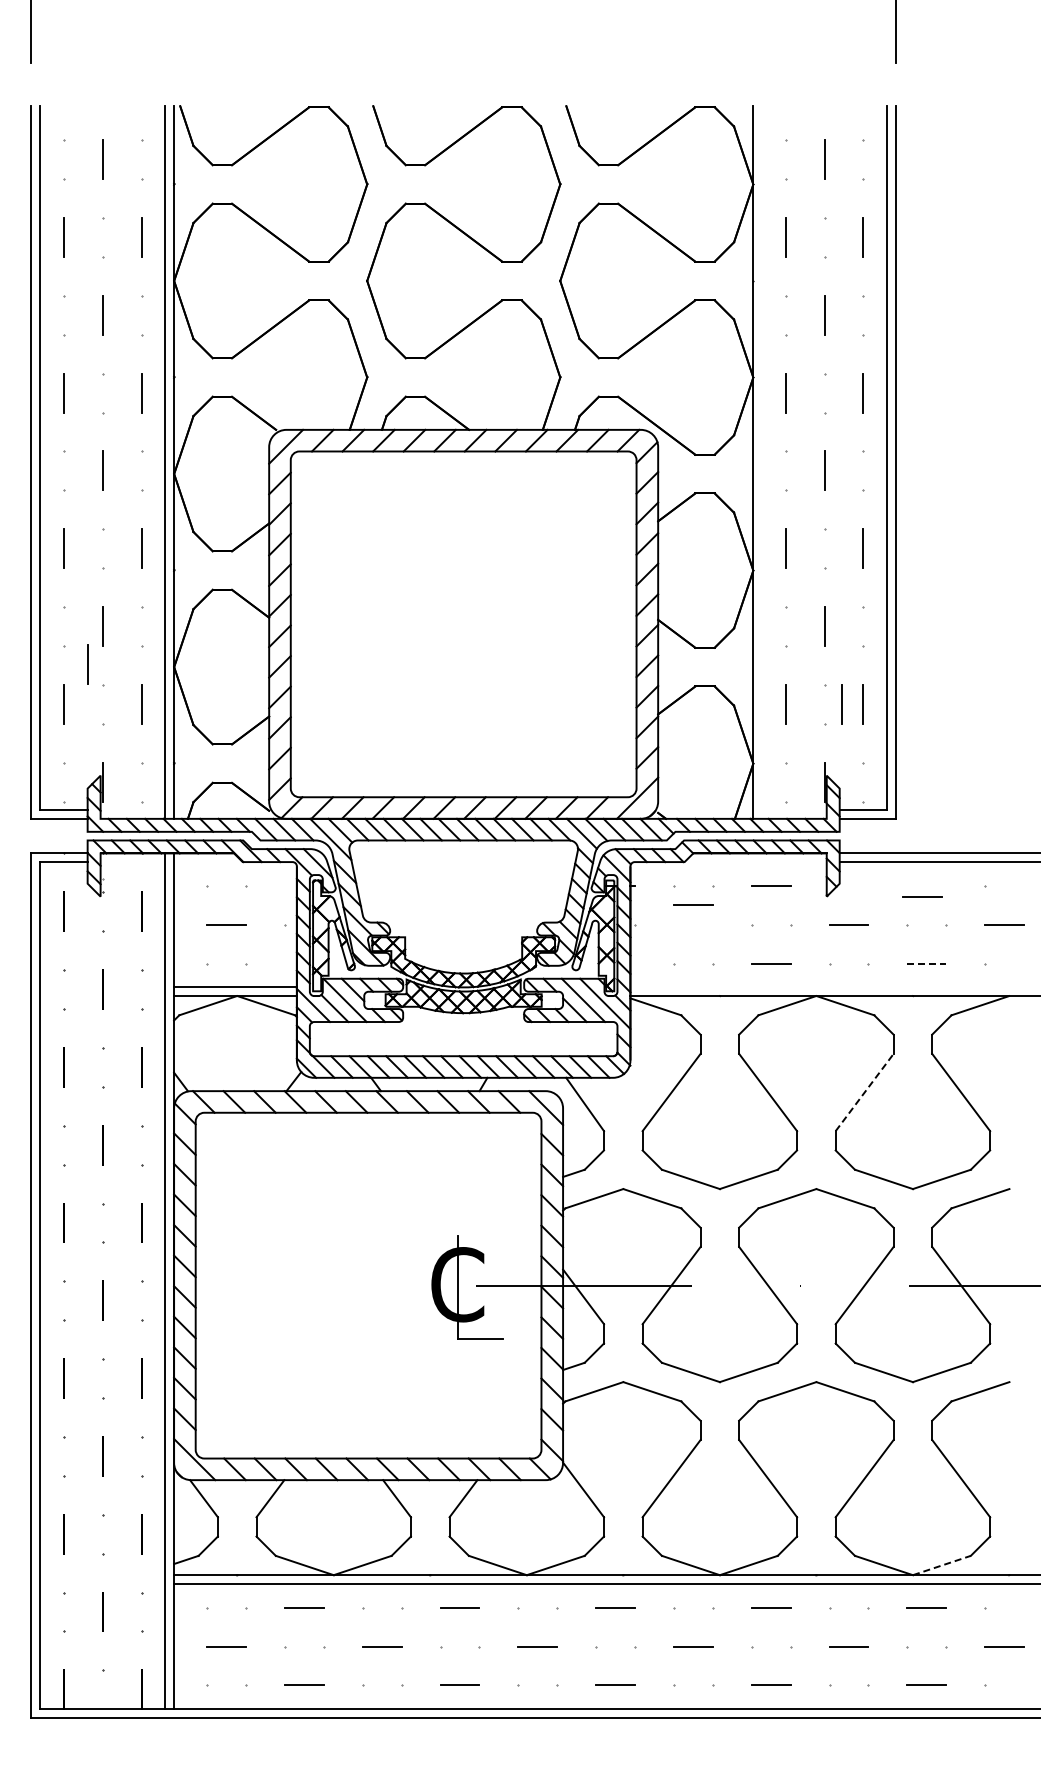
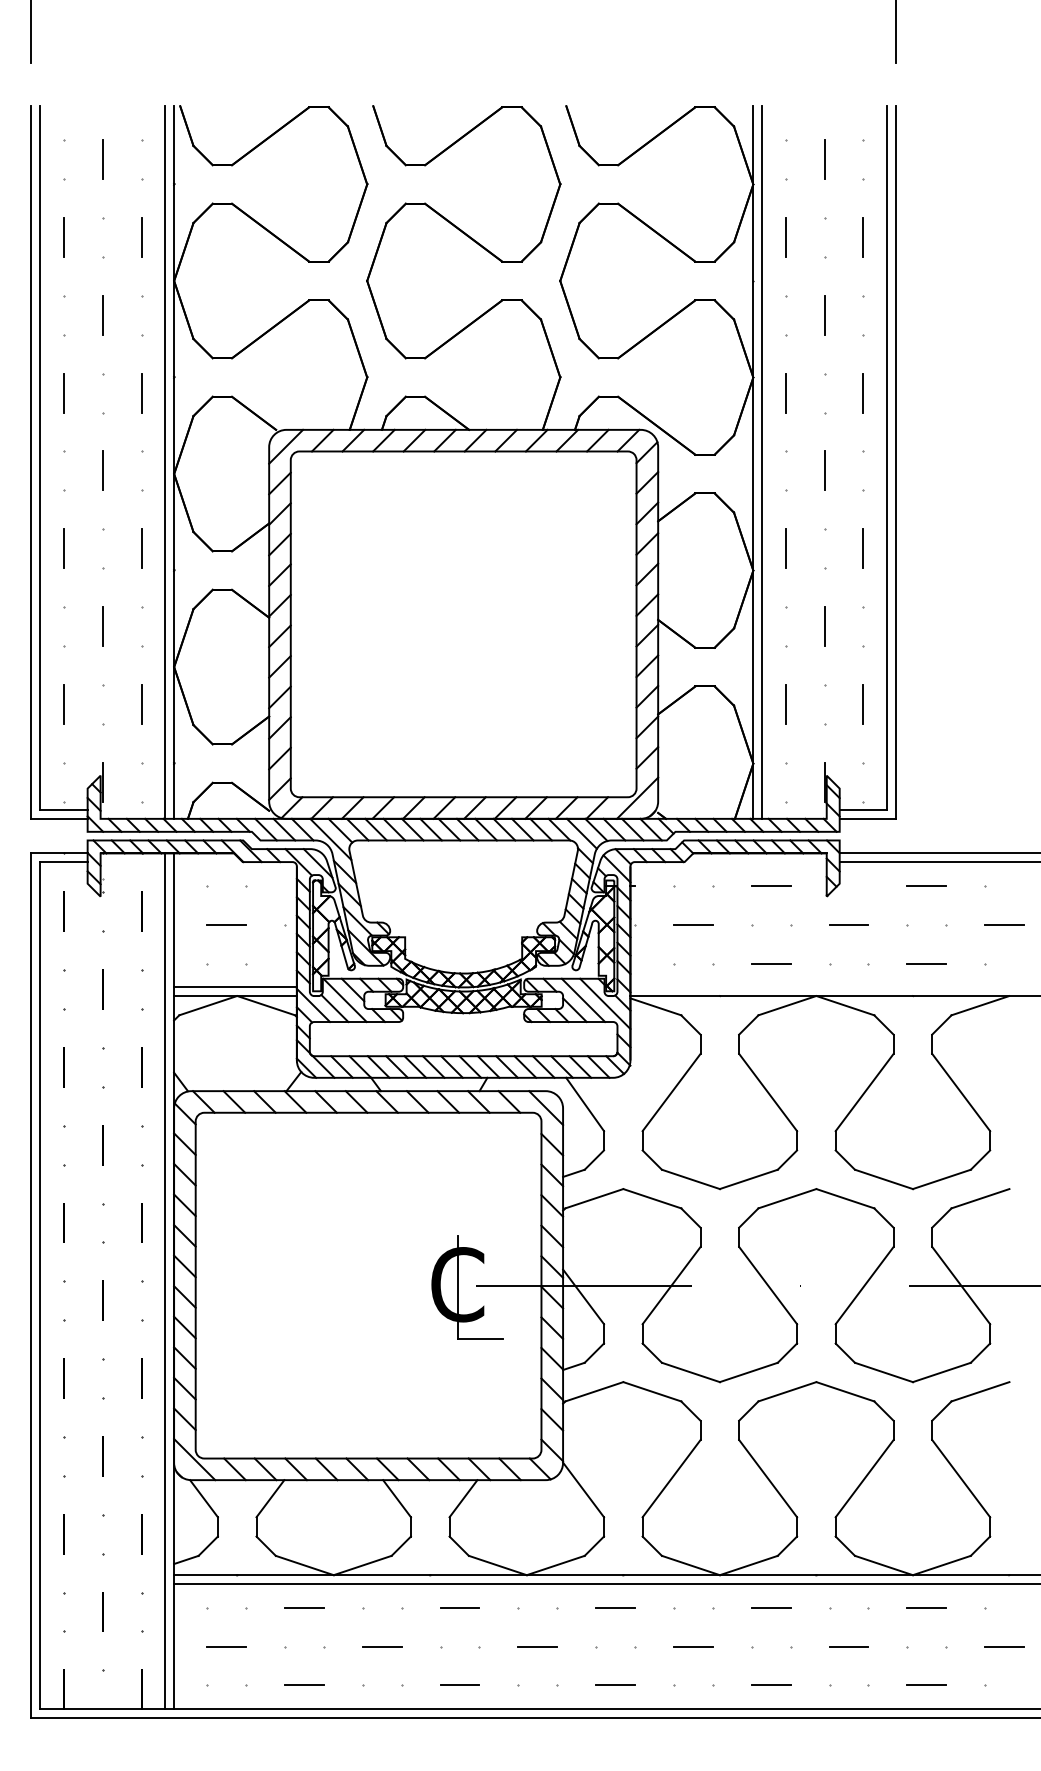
line at (761, 462): none -> present
line at (87, 664): present -> none
line at (841, 704): present -> none
line at (922, 896) position: (922, 896) -> (926, 885)
line at (693, 904) position: (693, 904) -> (693, 924)
line at (927, 963): dashed -> solid
line at (864, 1092): dashed -> solid
line at (941, 1565): dashed -> solid
